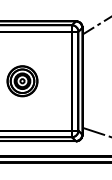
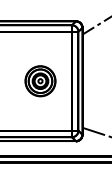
part at (22, 81) position: (22, 81) -> (40, 81)
